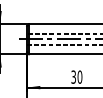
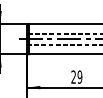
text at (76, 77): 30 -> 29
